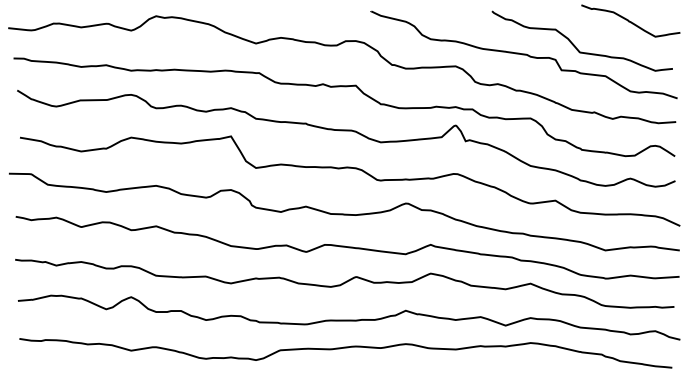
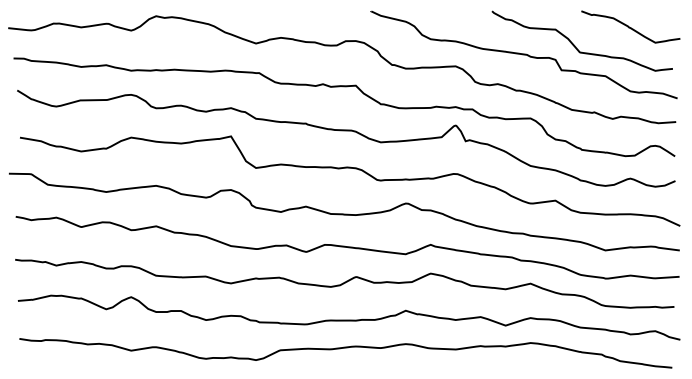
curve at (629, 20) position: (629, 20) -> (629, 26)
